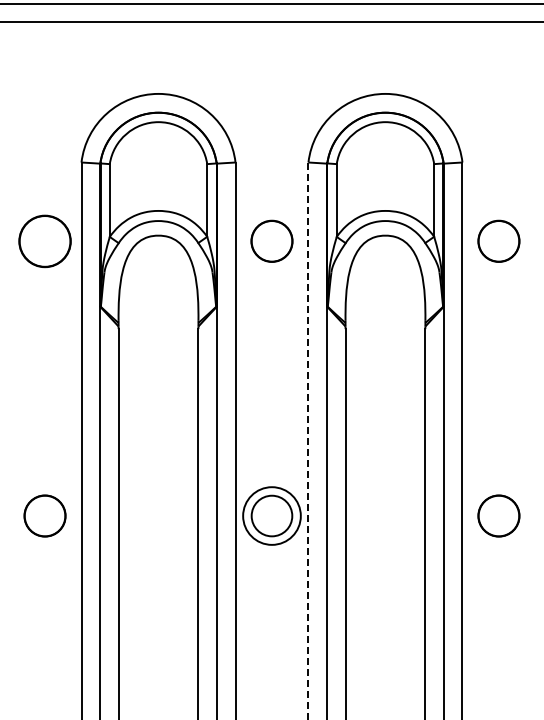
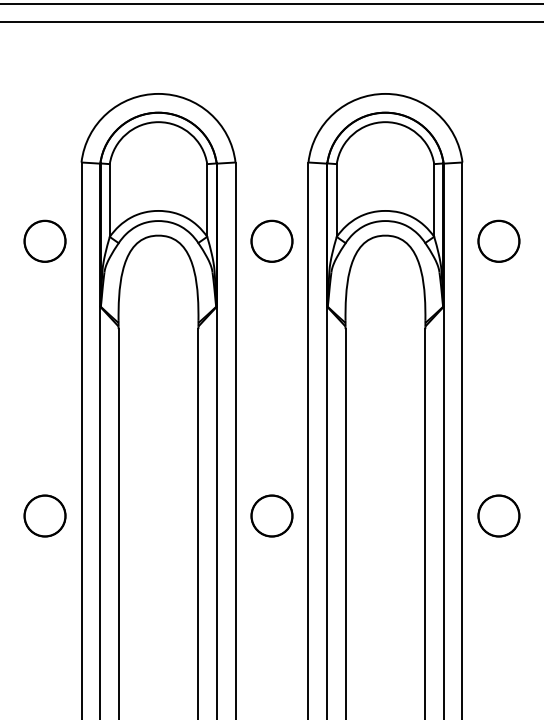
circle at (44, 241) size: 54x55 px -> 44x44 px
line at (308, 441): dashed -> solid
circle at (271, 515) diameter: 58 px -> 41 px
